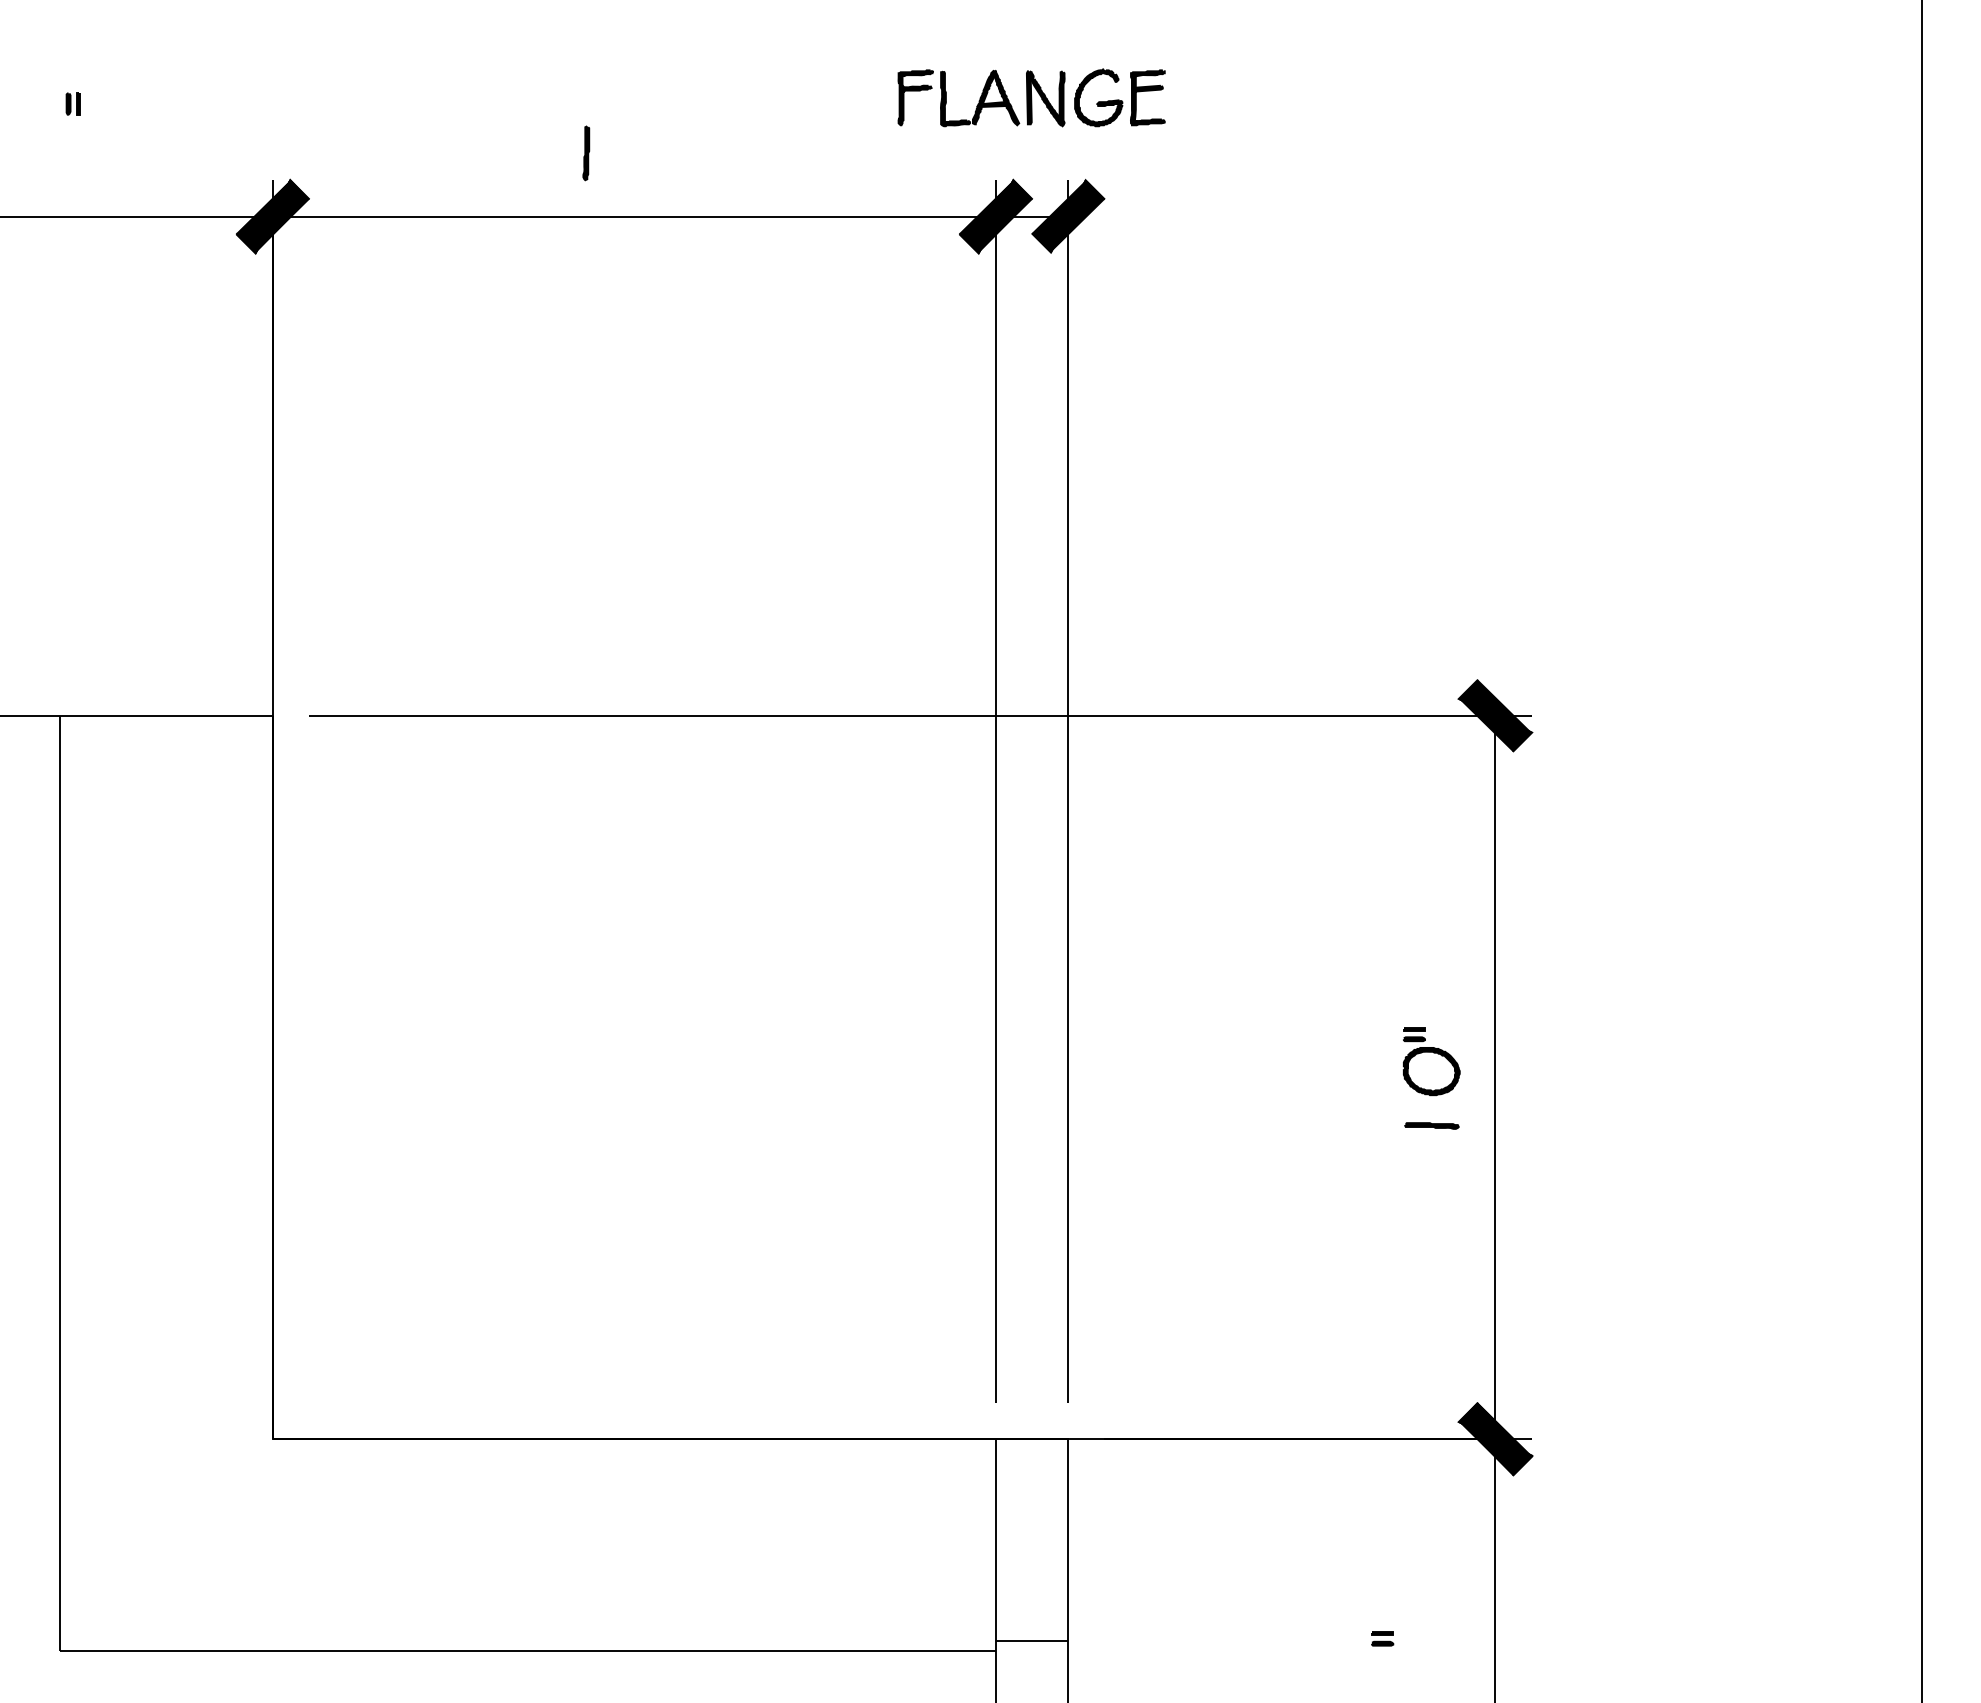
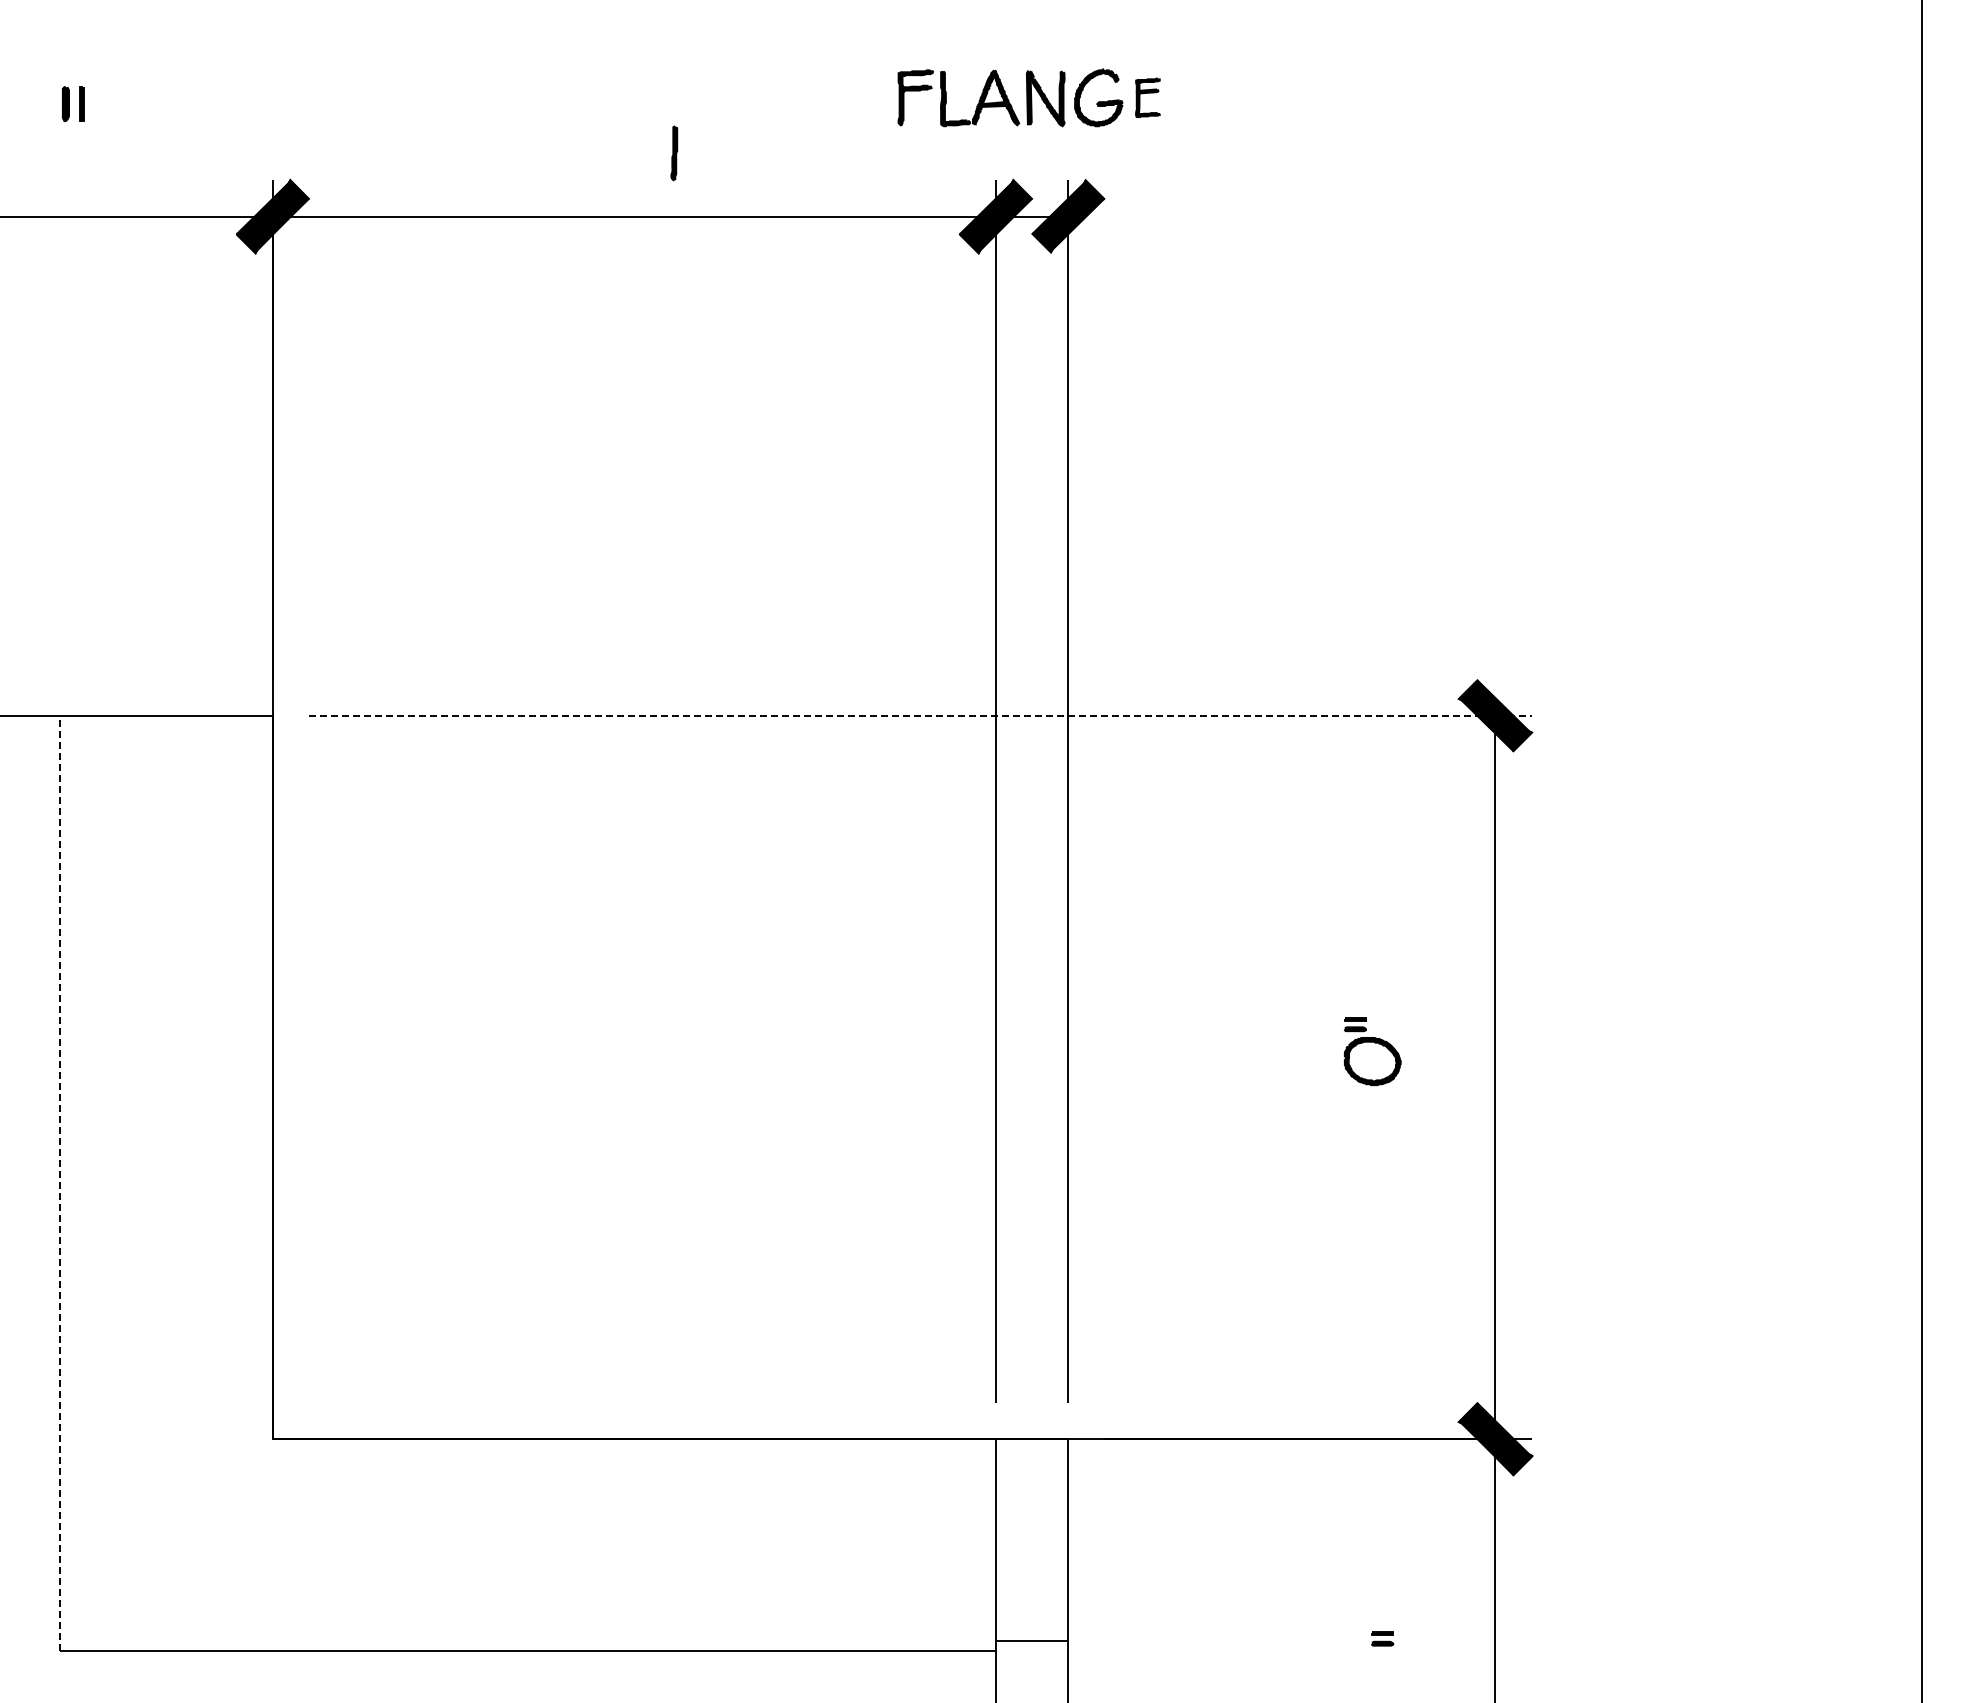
part at (1147, 97) size: 36x58 px -> 26x41 px
part at (72, 103) size: 16x24 px -> 23x36 px
part at (586, 153) position: (586, 153) -> (674, 153)
line at (920, 716): solid -> dashed
part at (1431, 1061) position: (1431, 1061) -> (1372, 1051)
part at (1431, 1125): present -> none
line at (59, 1183): solid -> dashed
